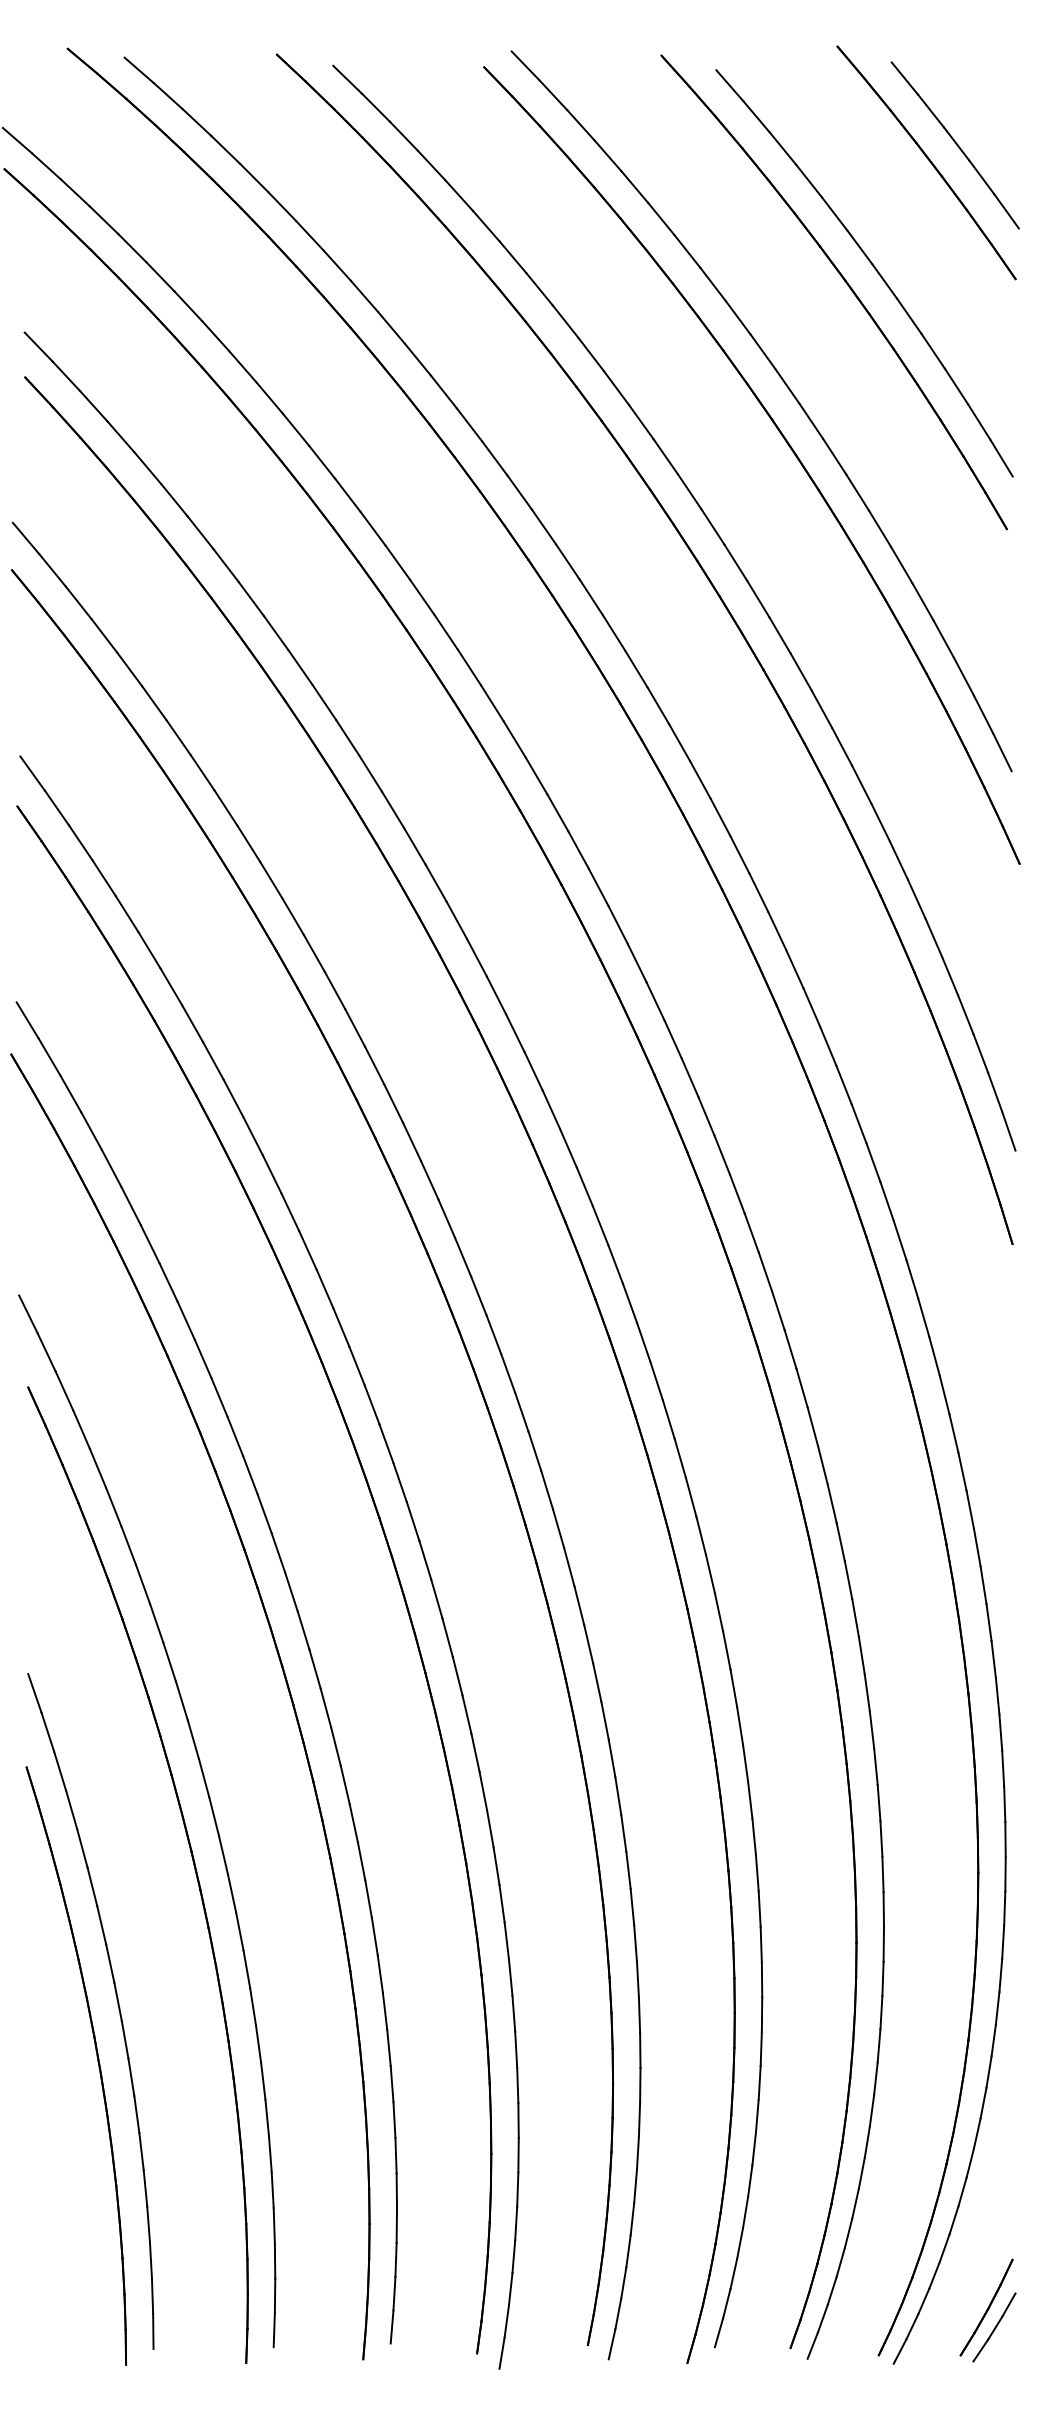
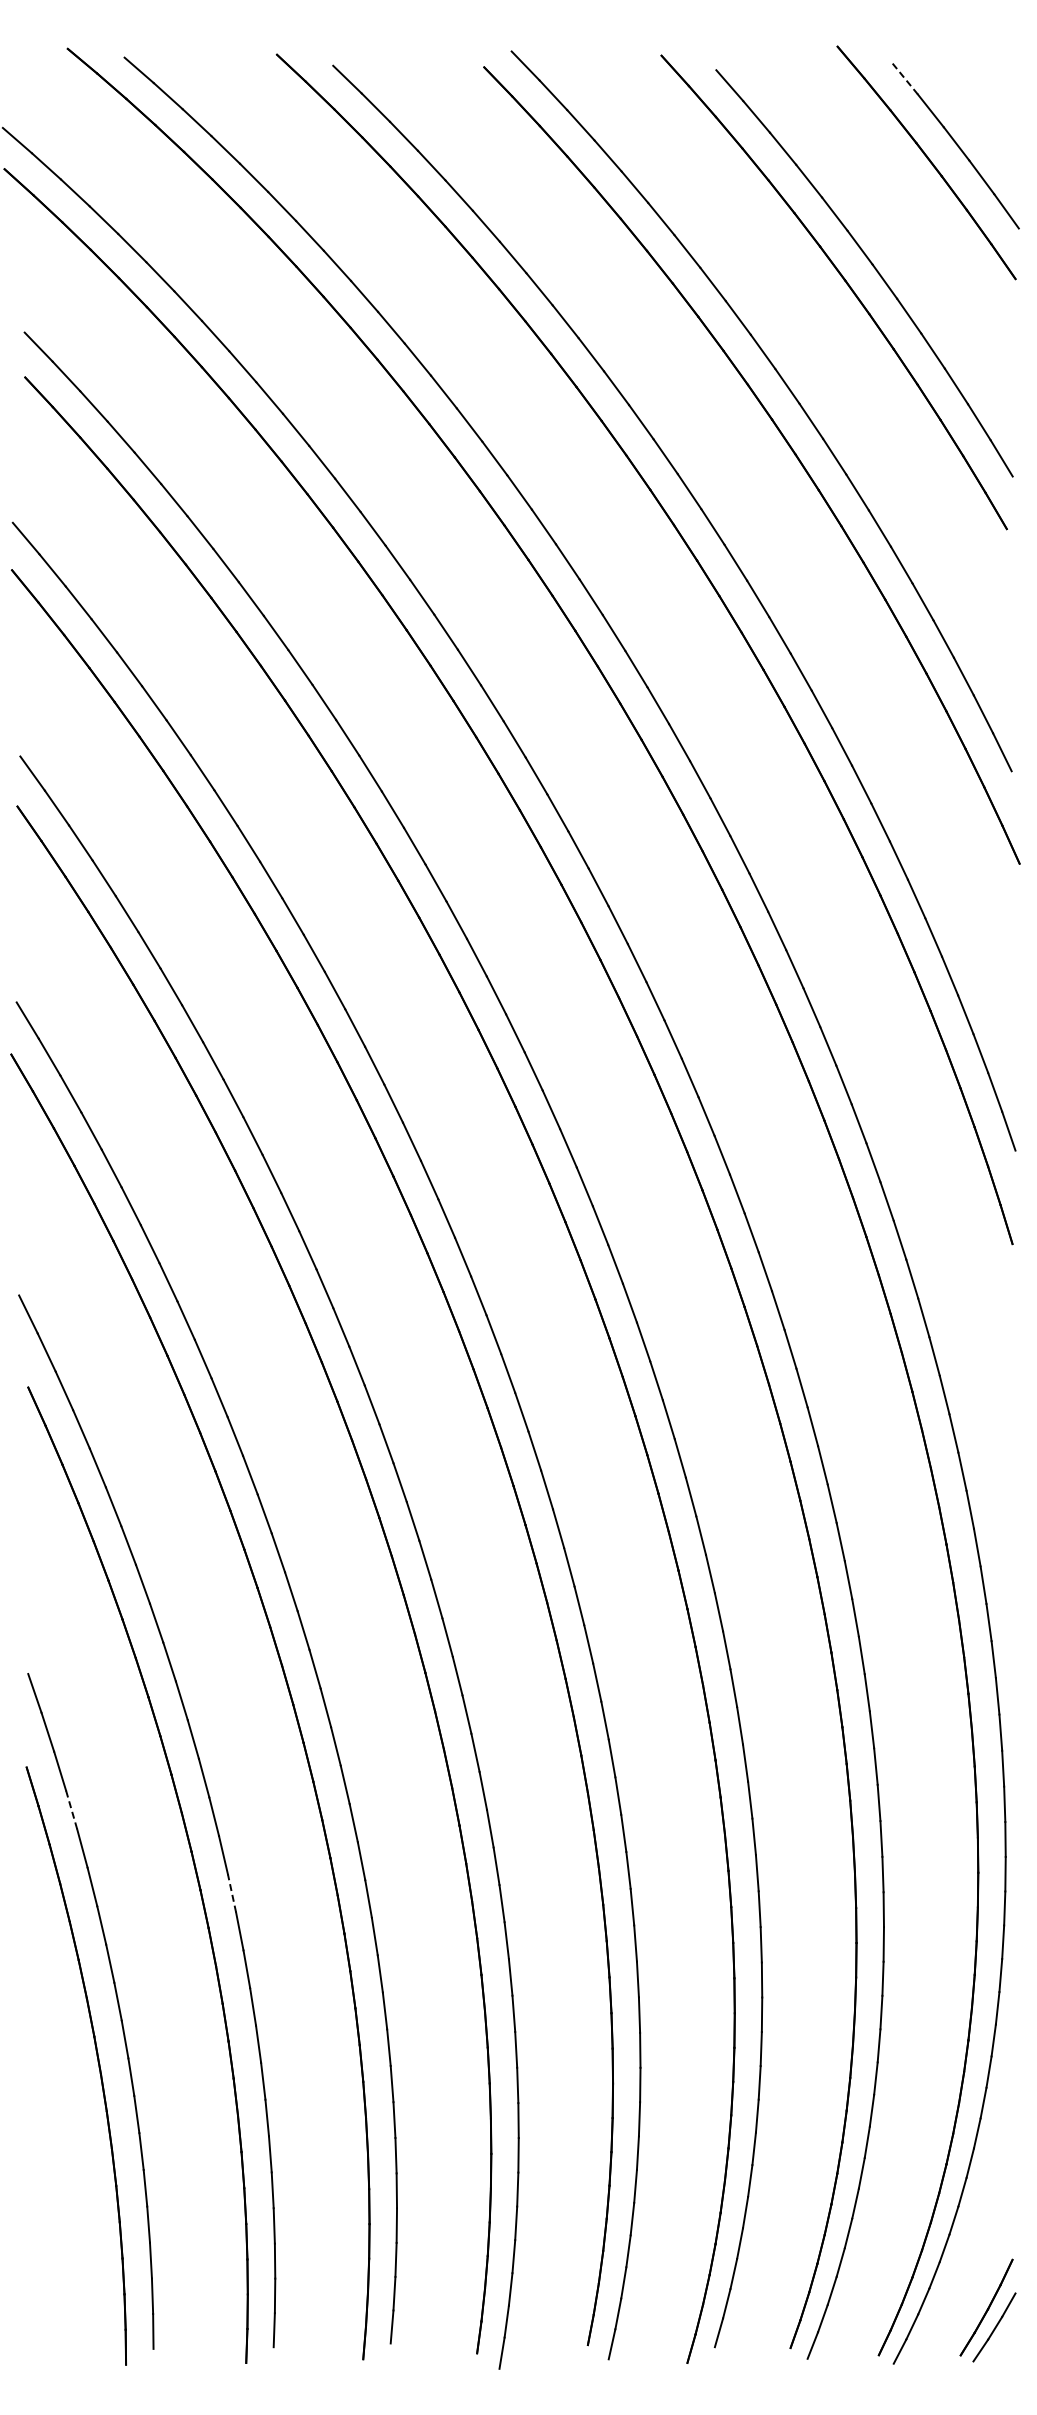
line at (904, 78): solid -> dashed
line at (71, 1809): solid -> dashed
line at (232, 1893): solid -> dashed
